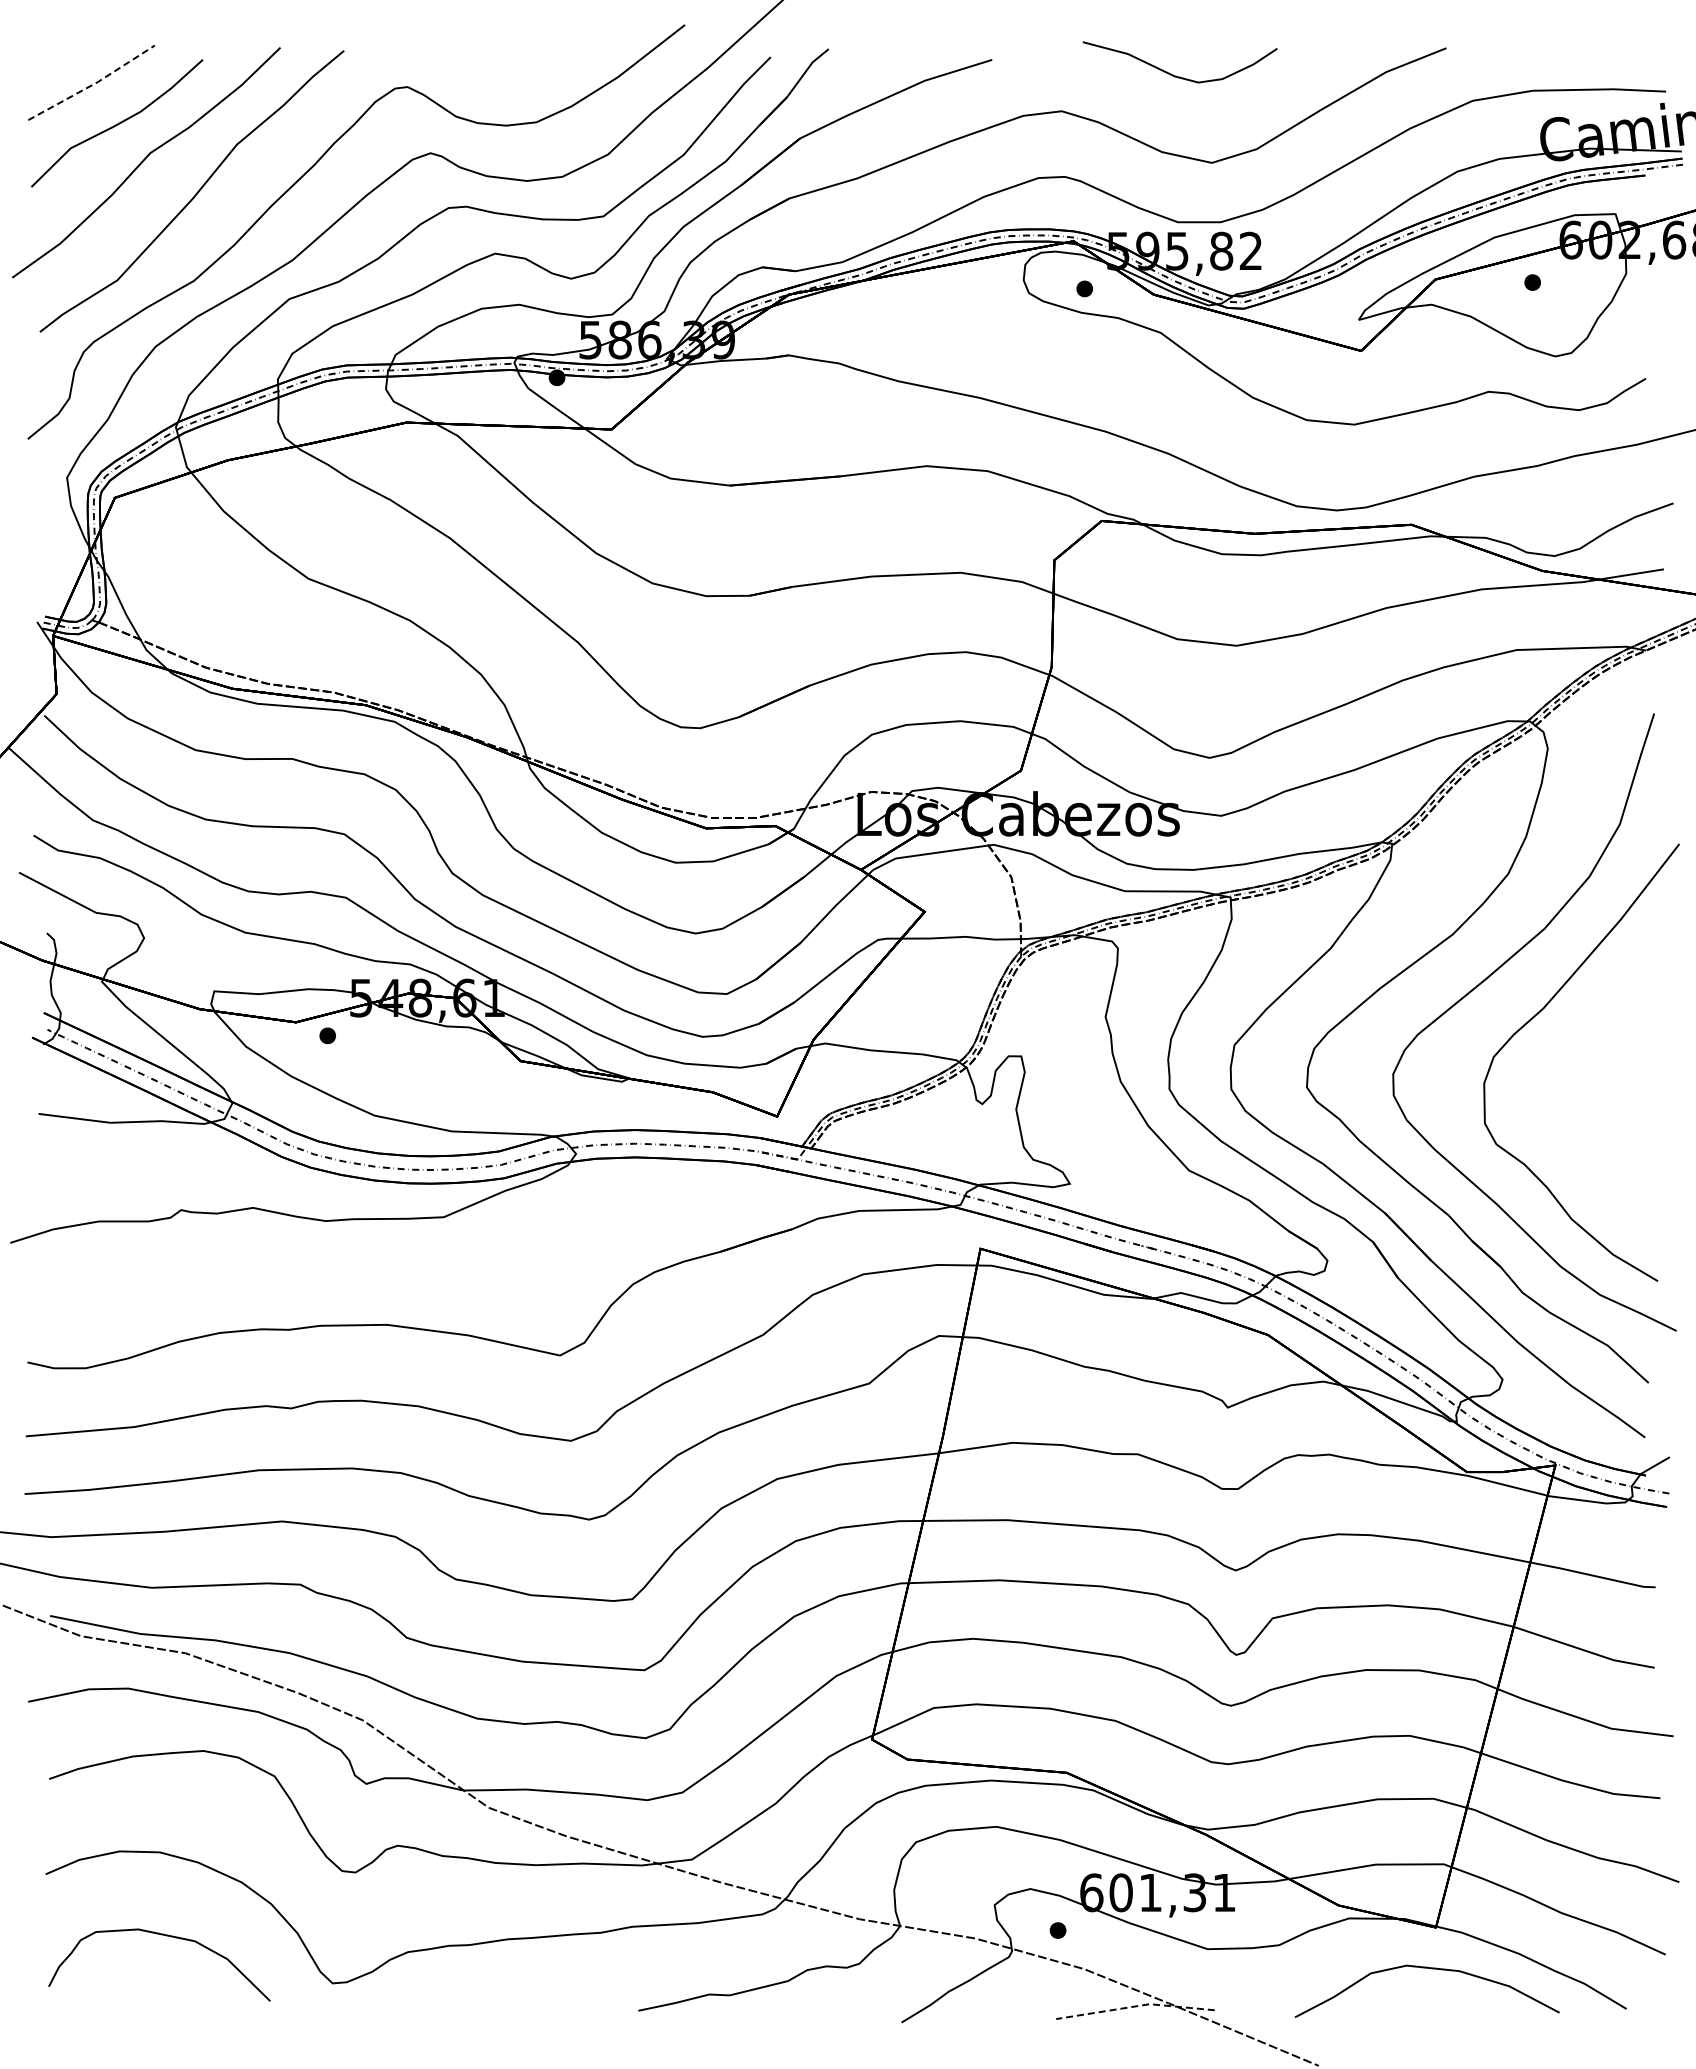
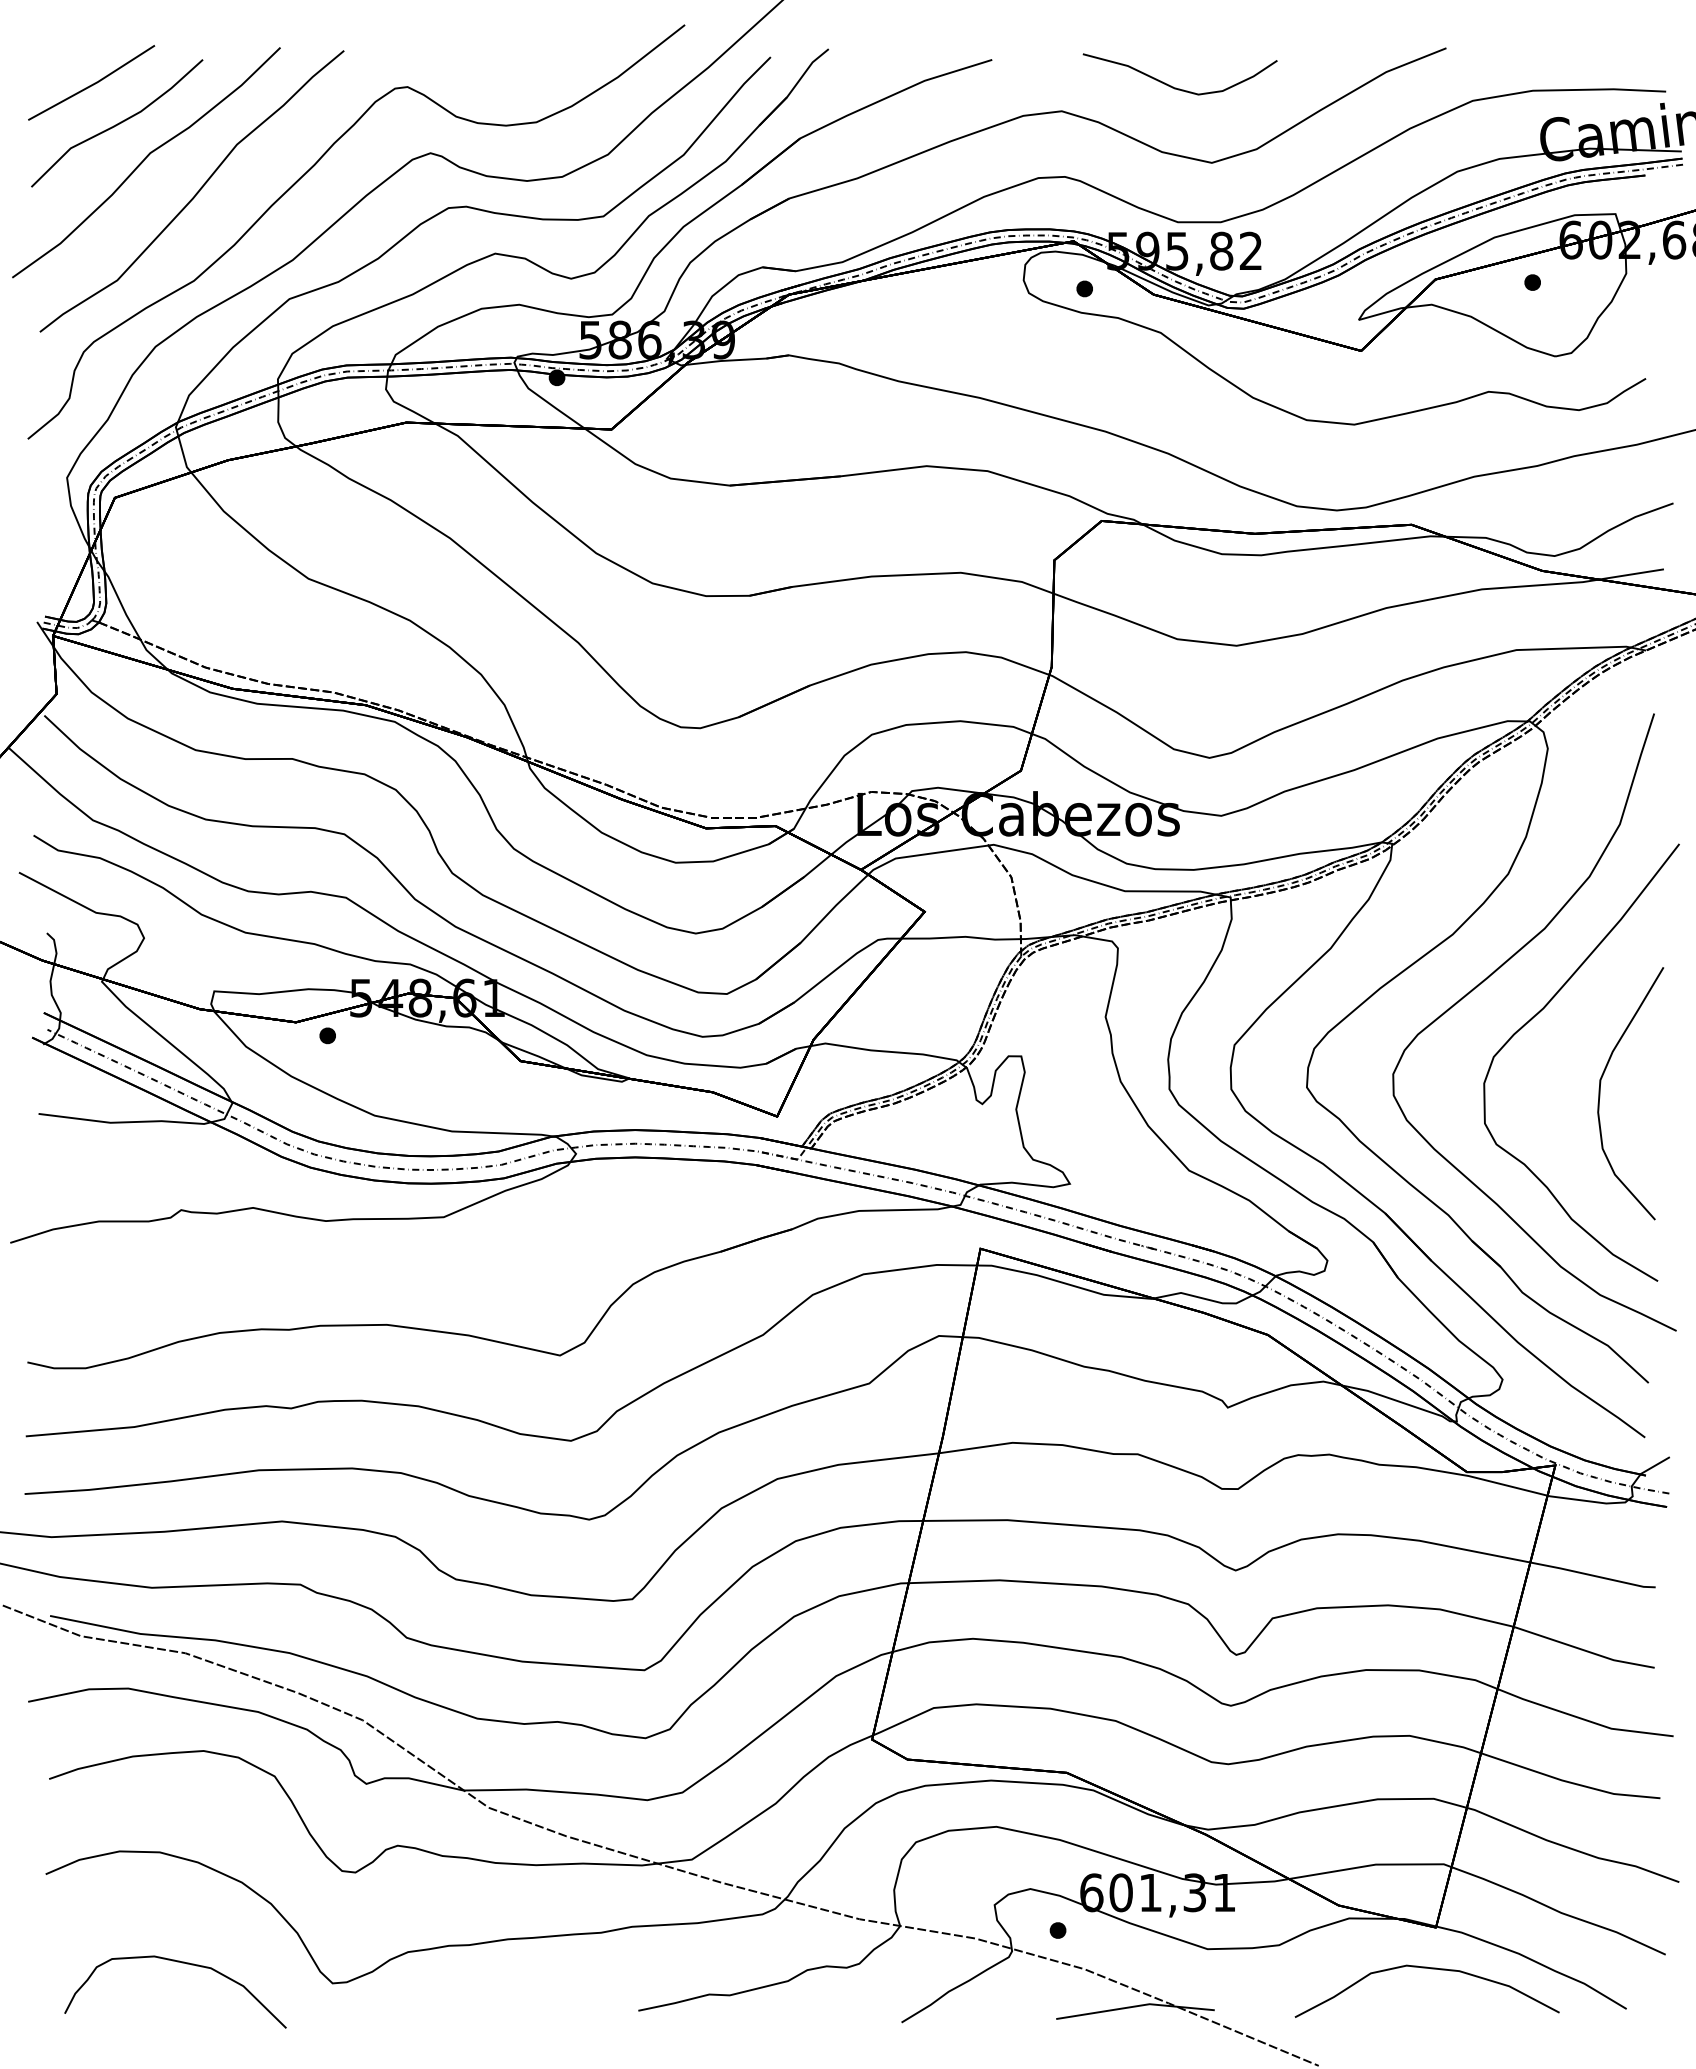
curve at (1176, 75) position: (1176, 75) -> (1176, 87)
line at (93, 84): dashed -> solid
curve at (1600, 1093): none -> present
curve at (166, 1936) position: (166, 1936) -> (182, 1963)
line at (1135, 2006): dashed -> solid
